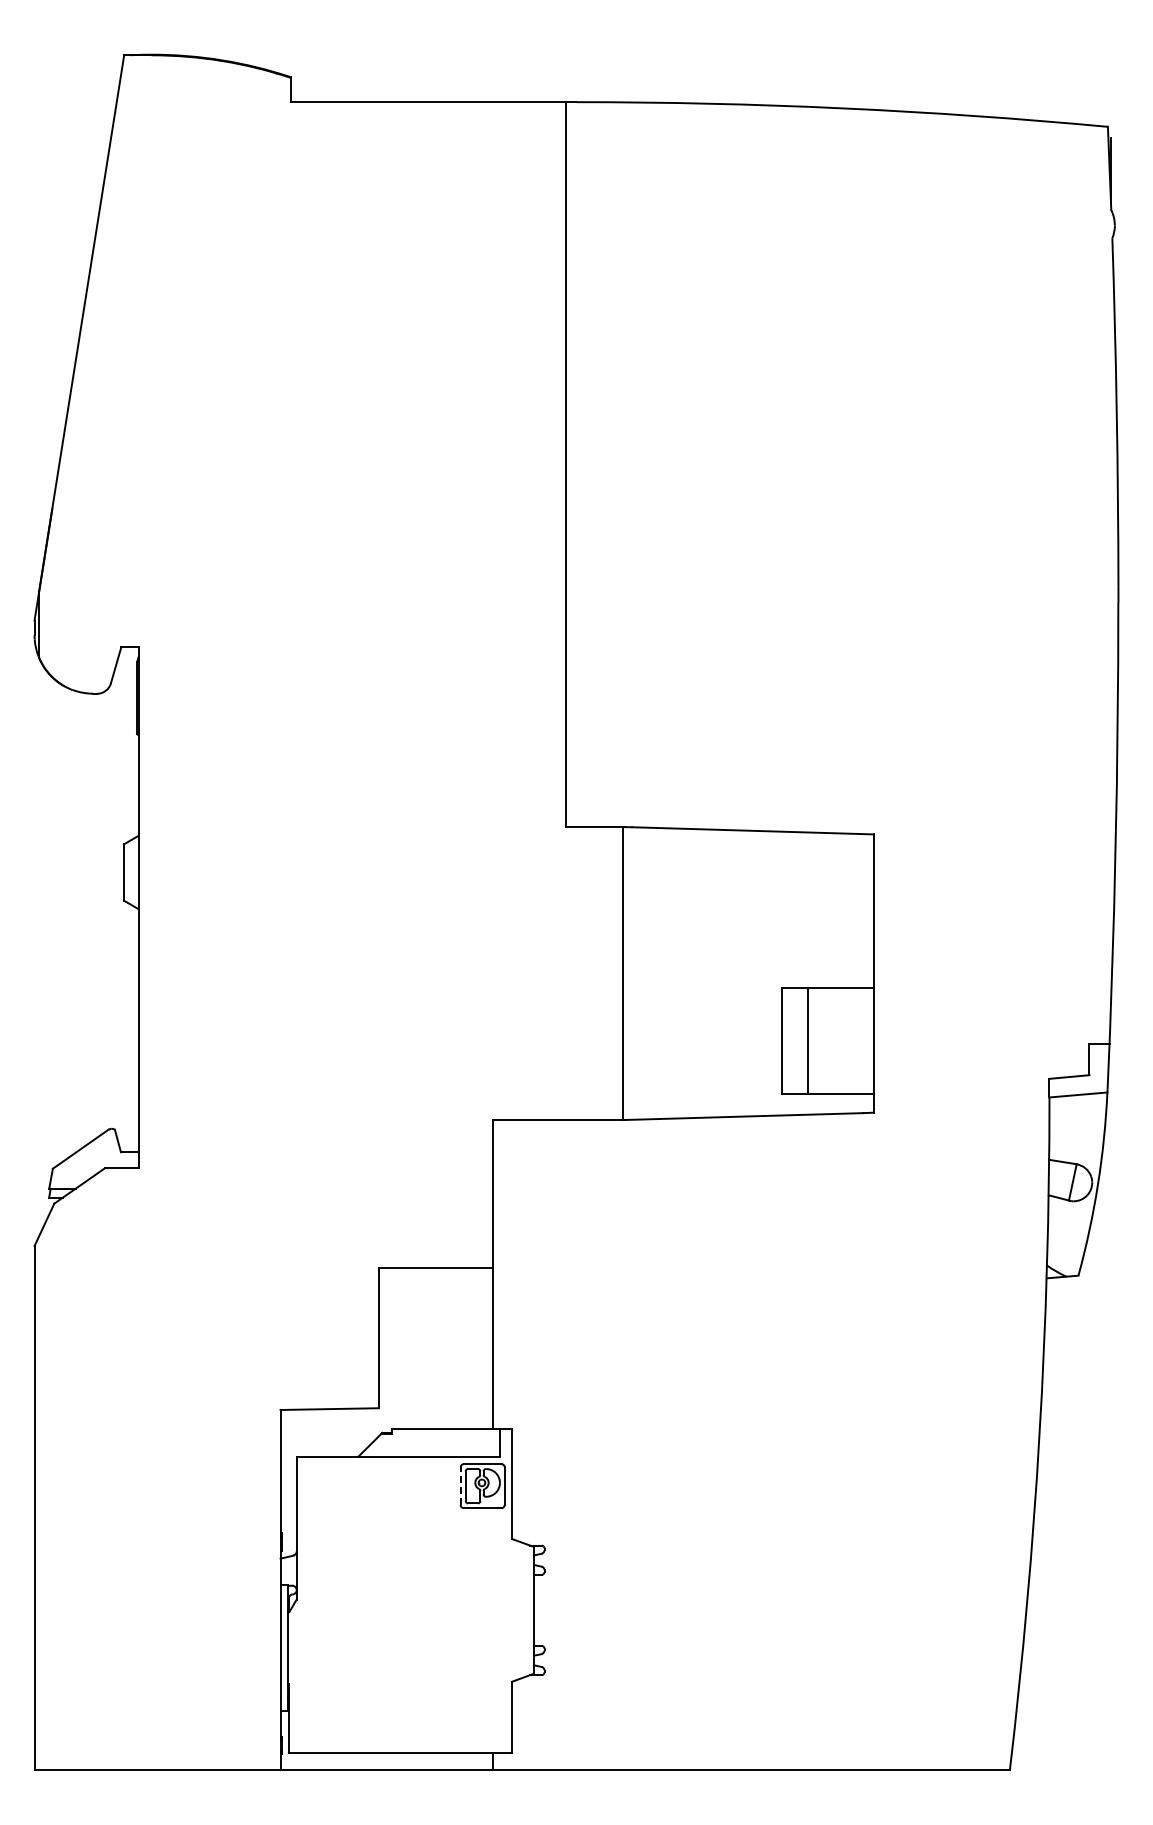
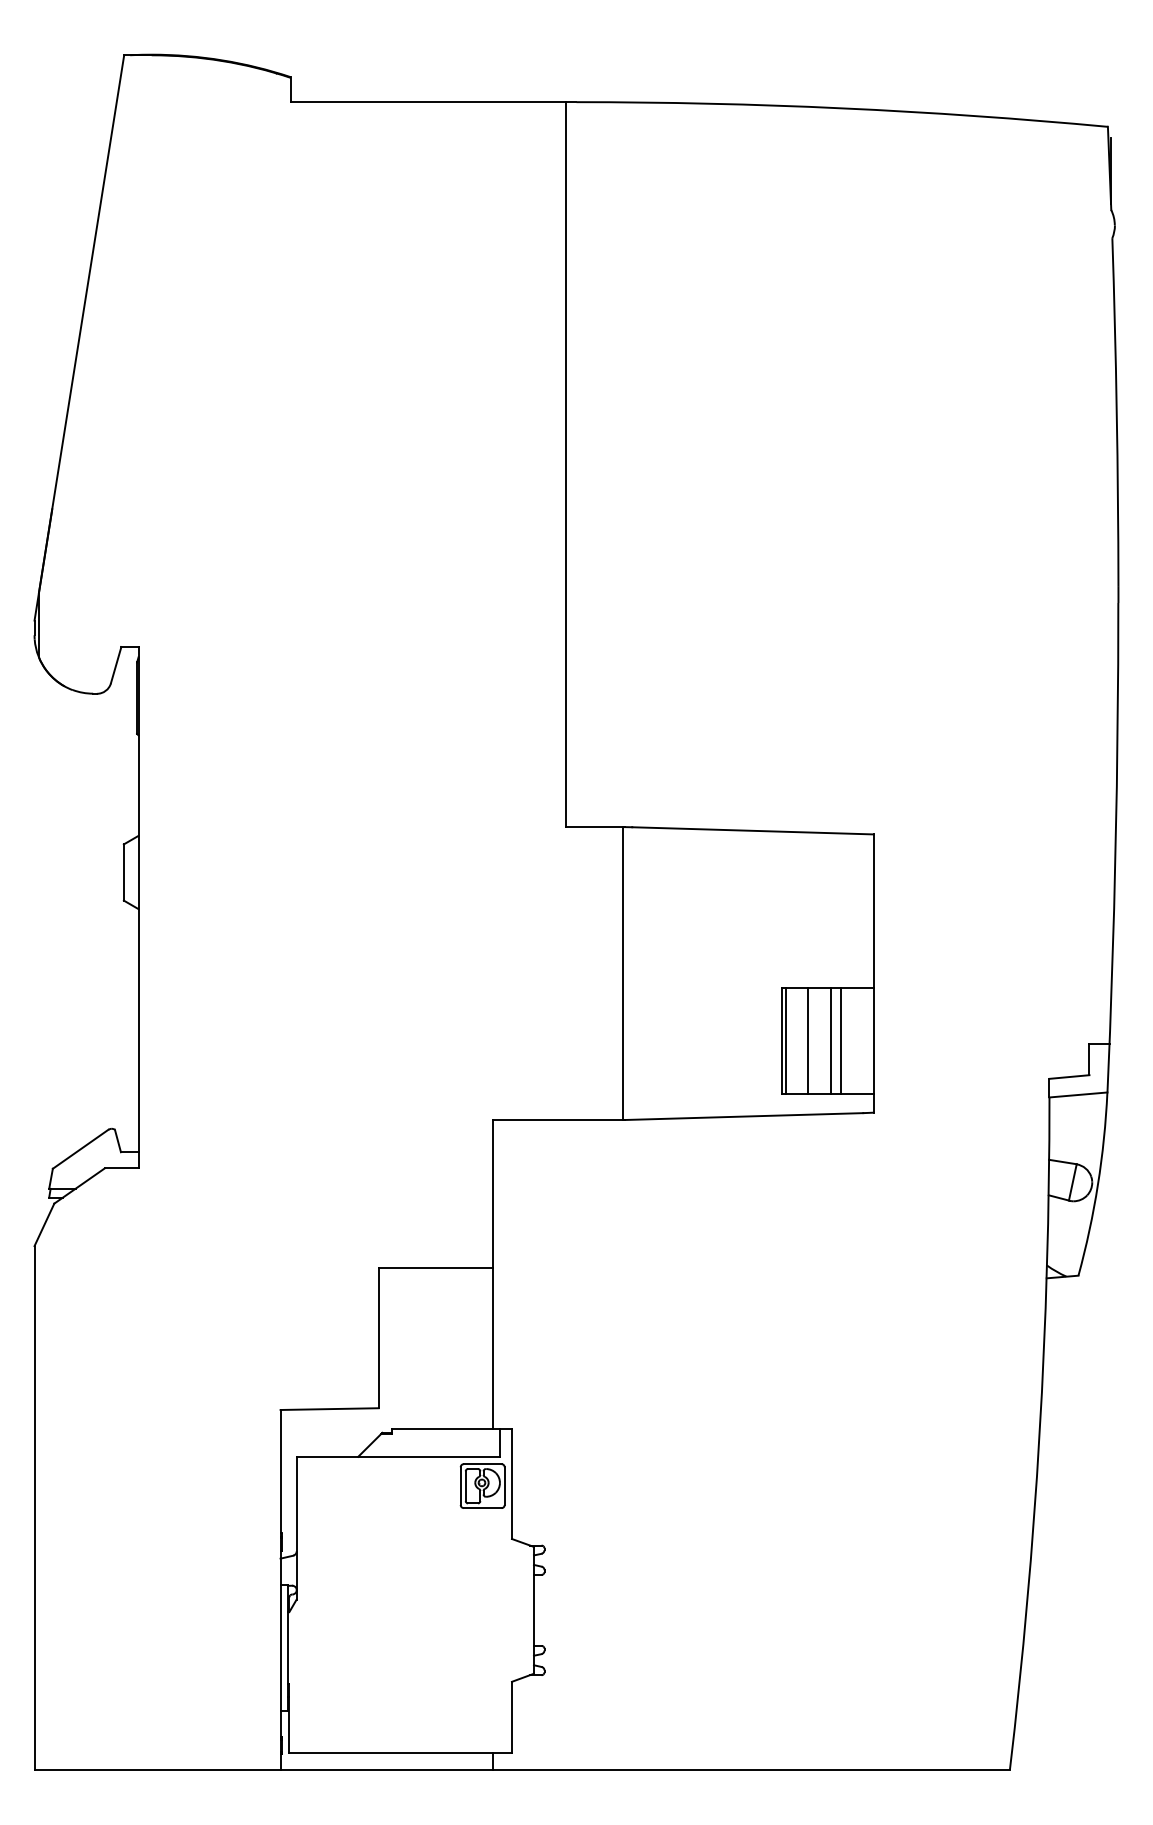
line at (785, 1040): none -> present
line at (831, 1040): none -> present
line at (840, 1040): none -> present
line at (460, 1486): dashed -> solid
